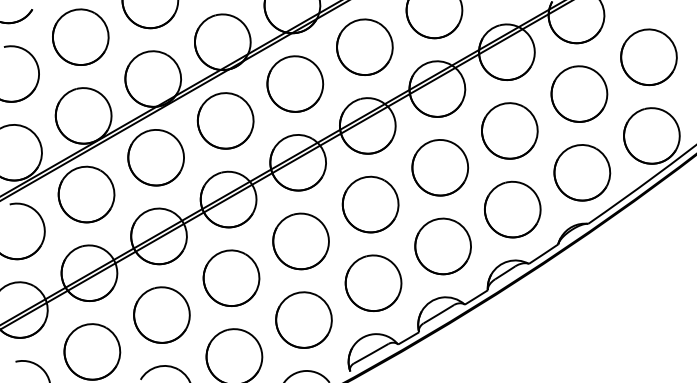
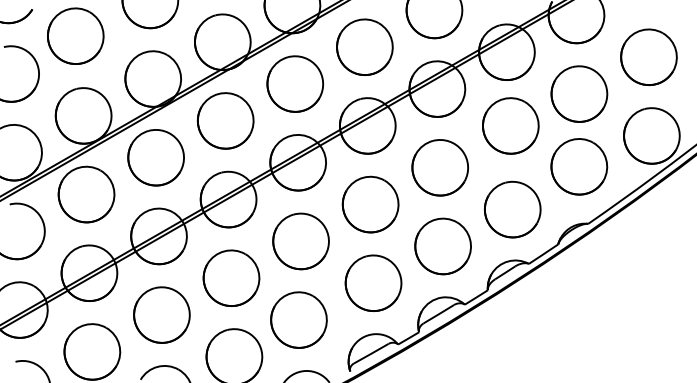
part at (80, 36) position: (80, 36) -> (75, 35)
part at (509, 130) position: (509, 130) -> (510, 125)
part at (582, 172) position: (582, 172) -> (579, 166)
part at (303, 319) position: (303, 319) -> (298, 319)
